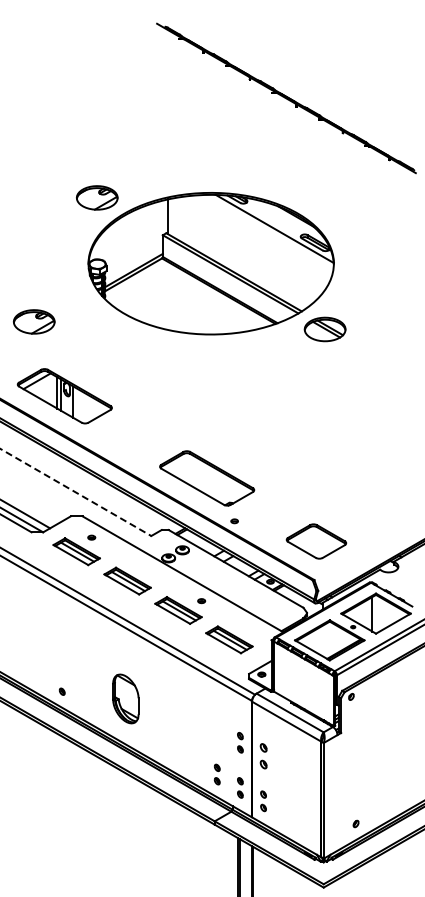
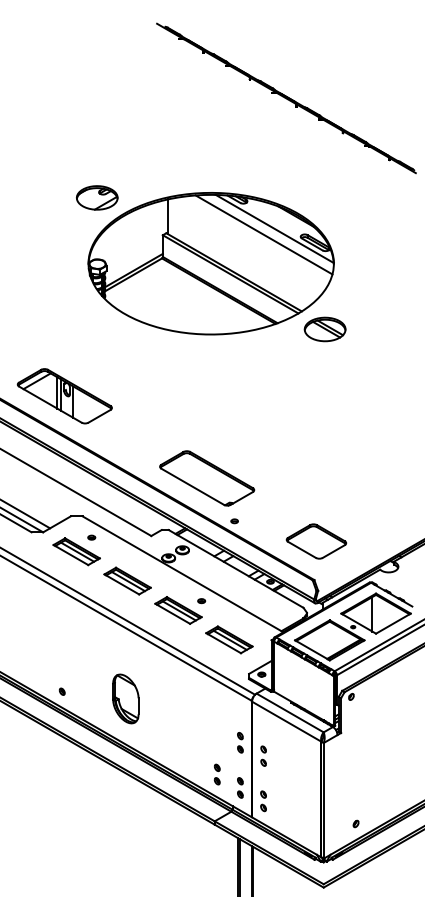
line at (263, 234): none -> present
part at (34, 321): present -> none
line at (76, 492): dashed -> solid
part at (263, 756) size: 9x27 px -> 7x22 px
